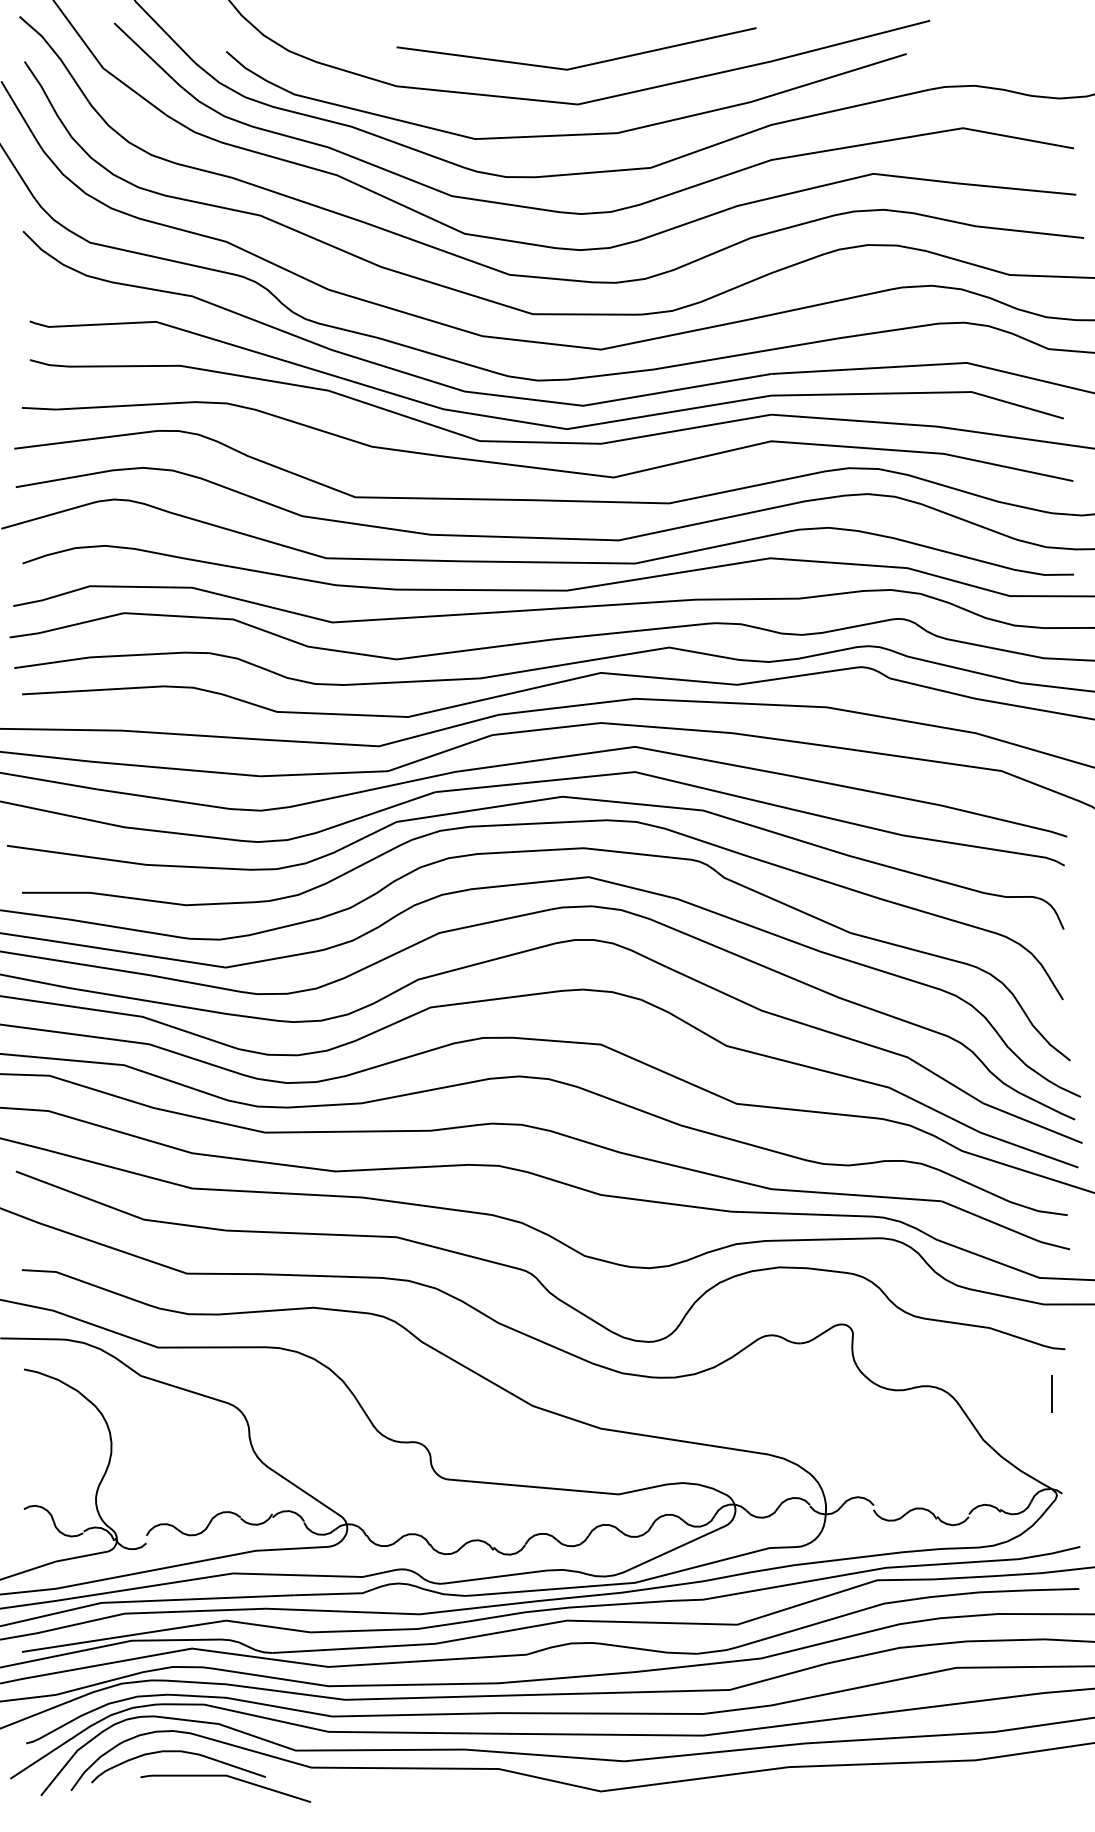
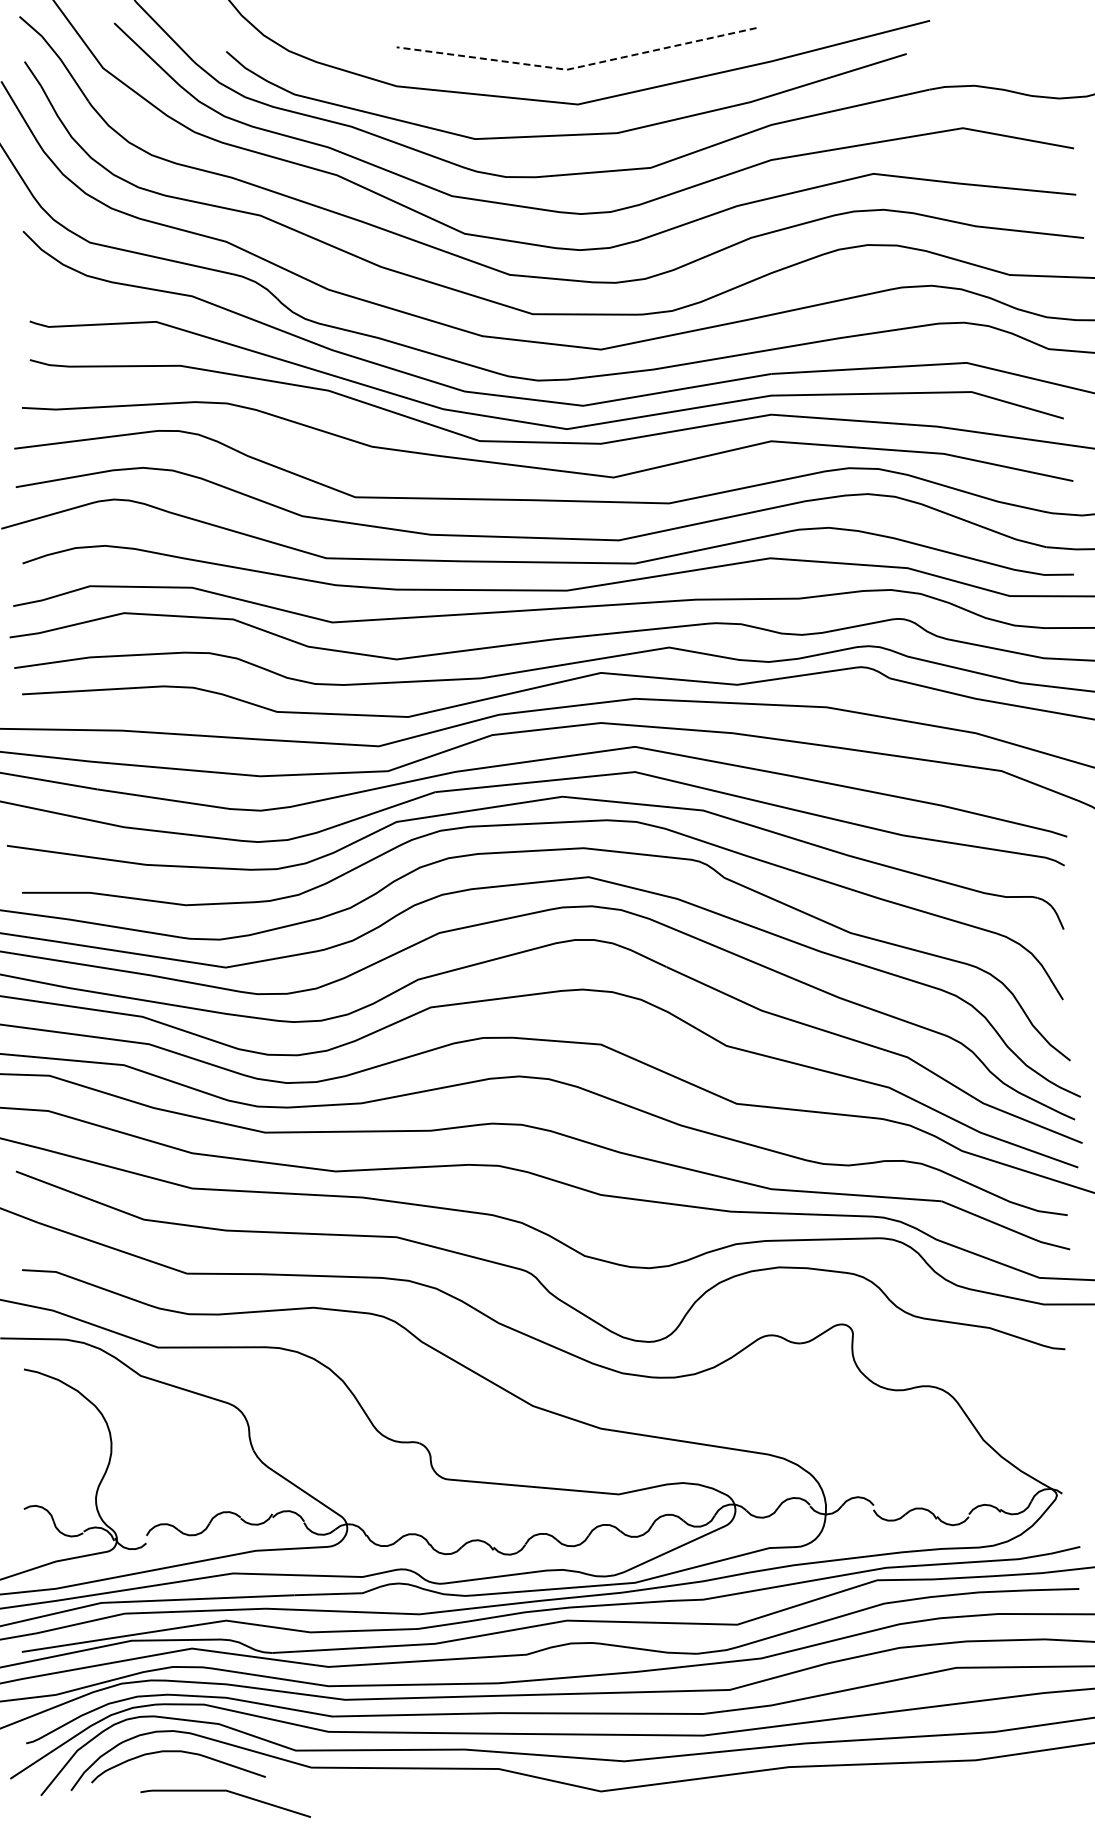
line at (577, 67): solid -> dashed
line at (1051, 1394): present -> none
line at (228, 1777) position: (228, 1777) -> (228, 1792)
